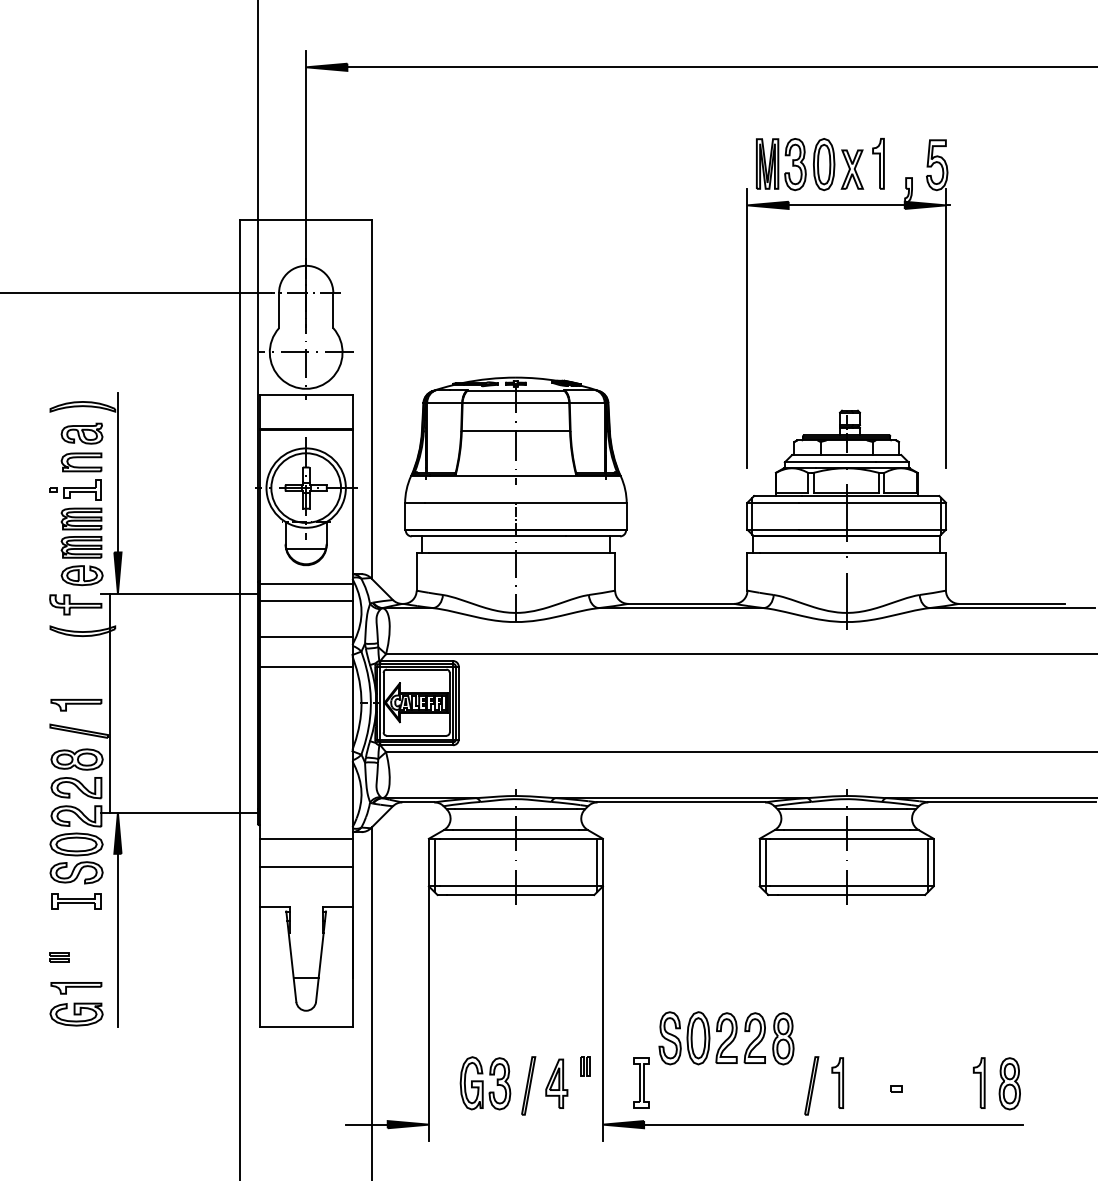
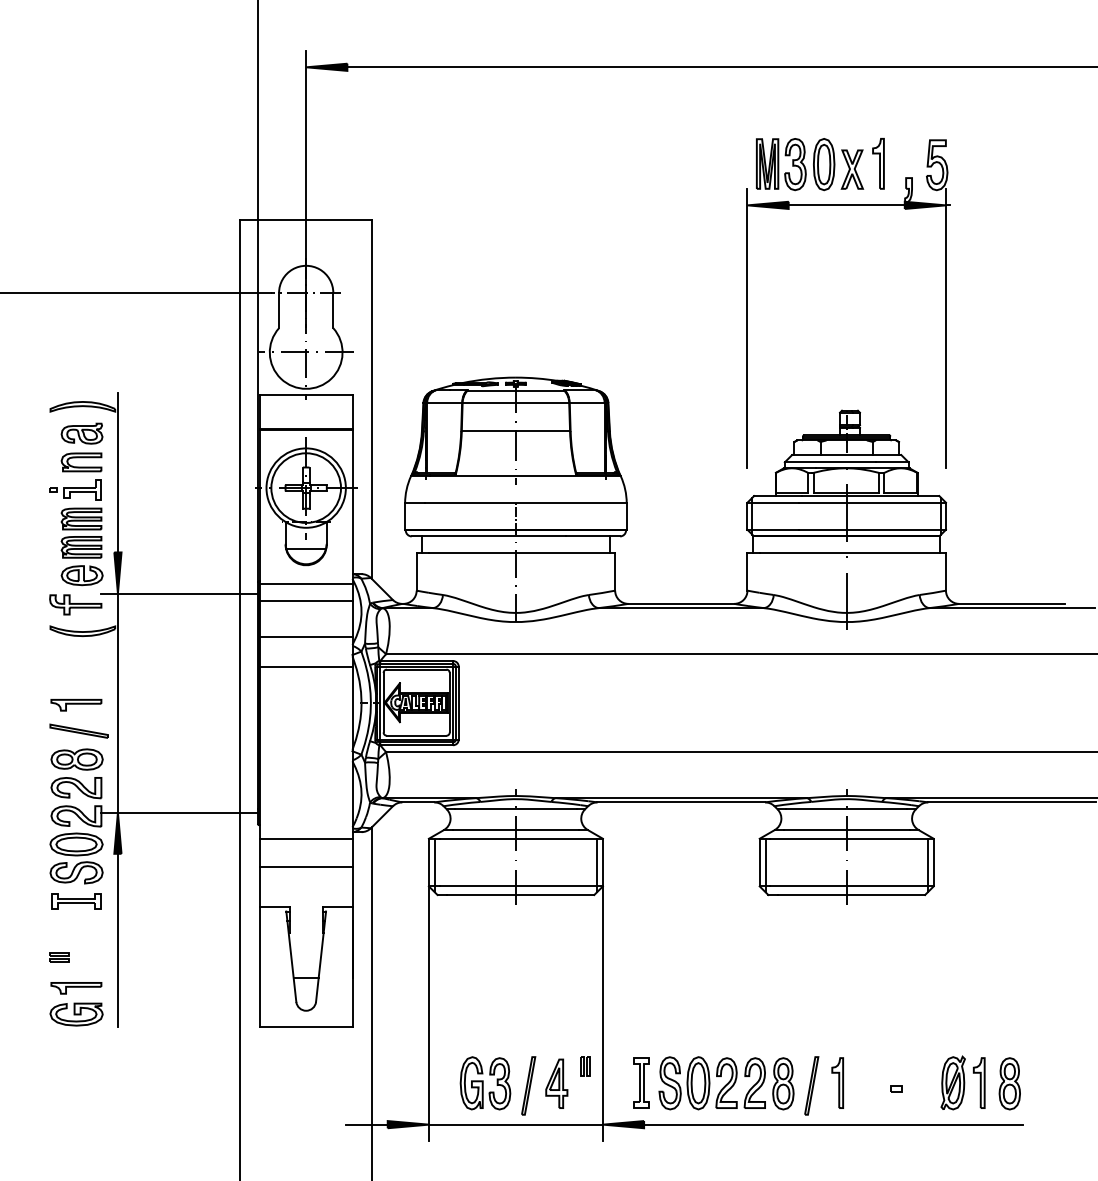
line at (109, 702) position: (109, 702) -> (117, 702)
part at (726, 1038) position: (726, 1038) -> (726, 1083)
part at (952, 1082): none -> present
line at (515, 1124): none -> present
